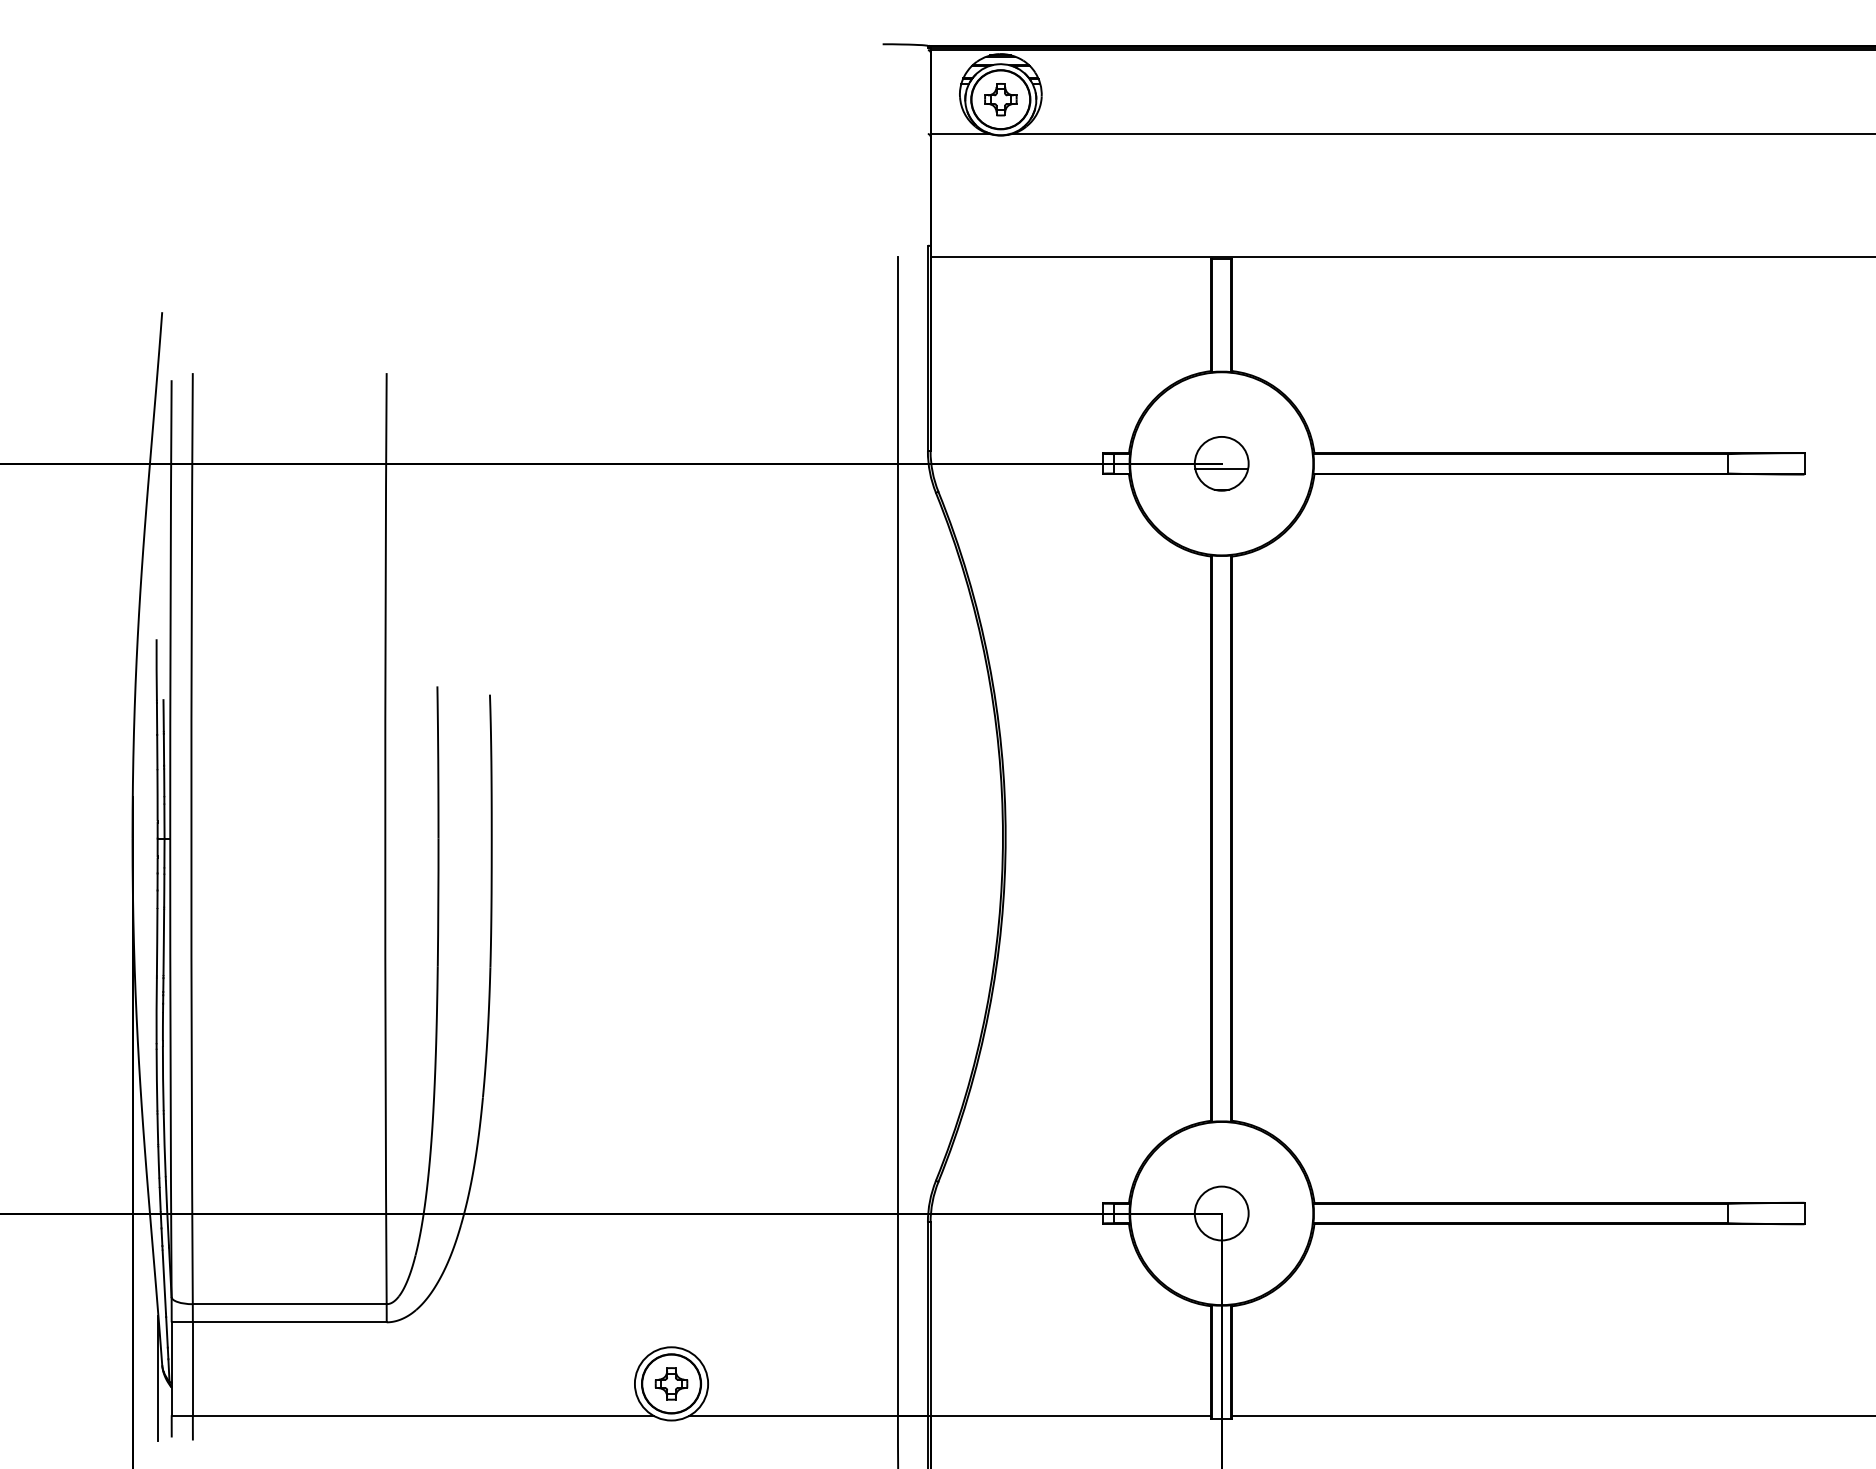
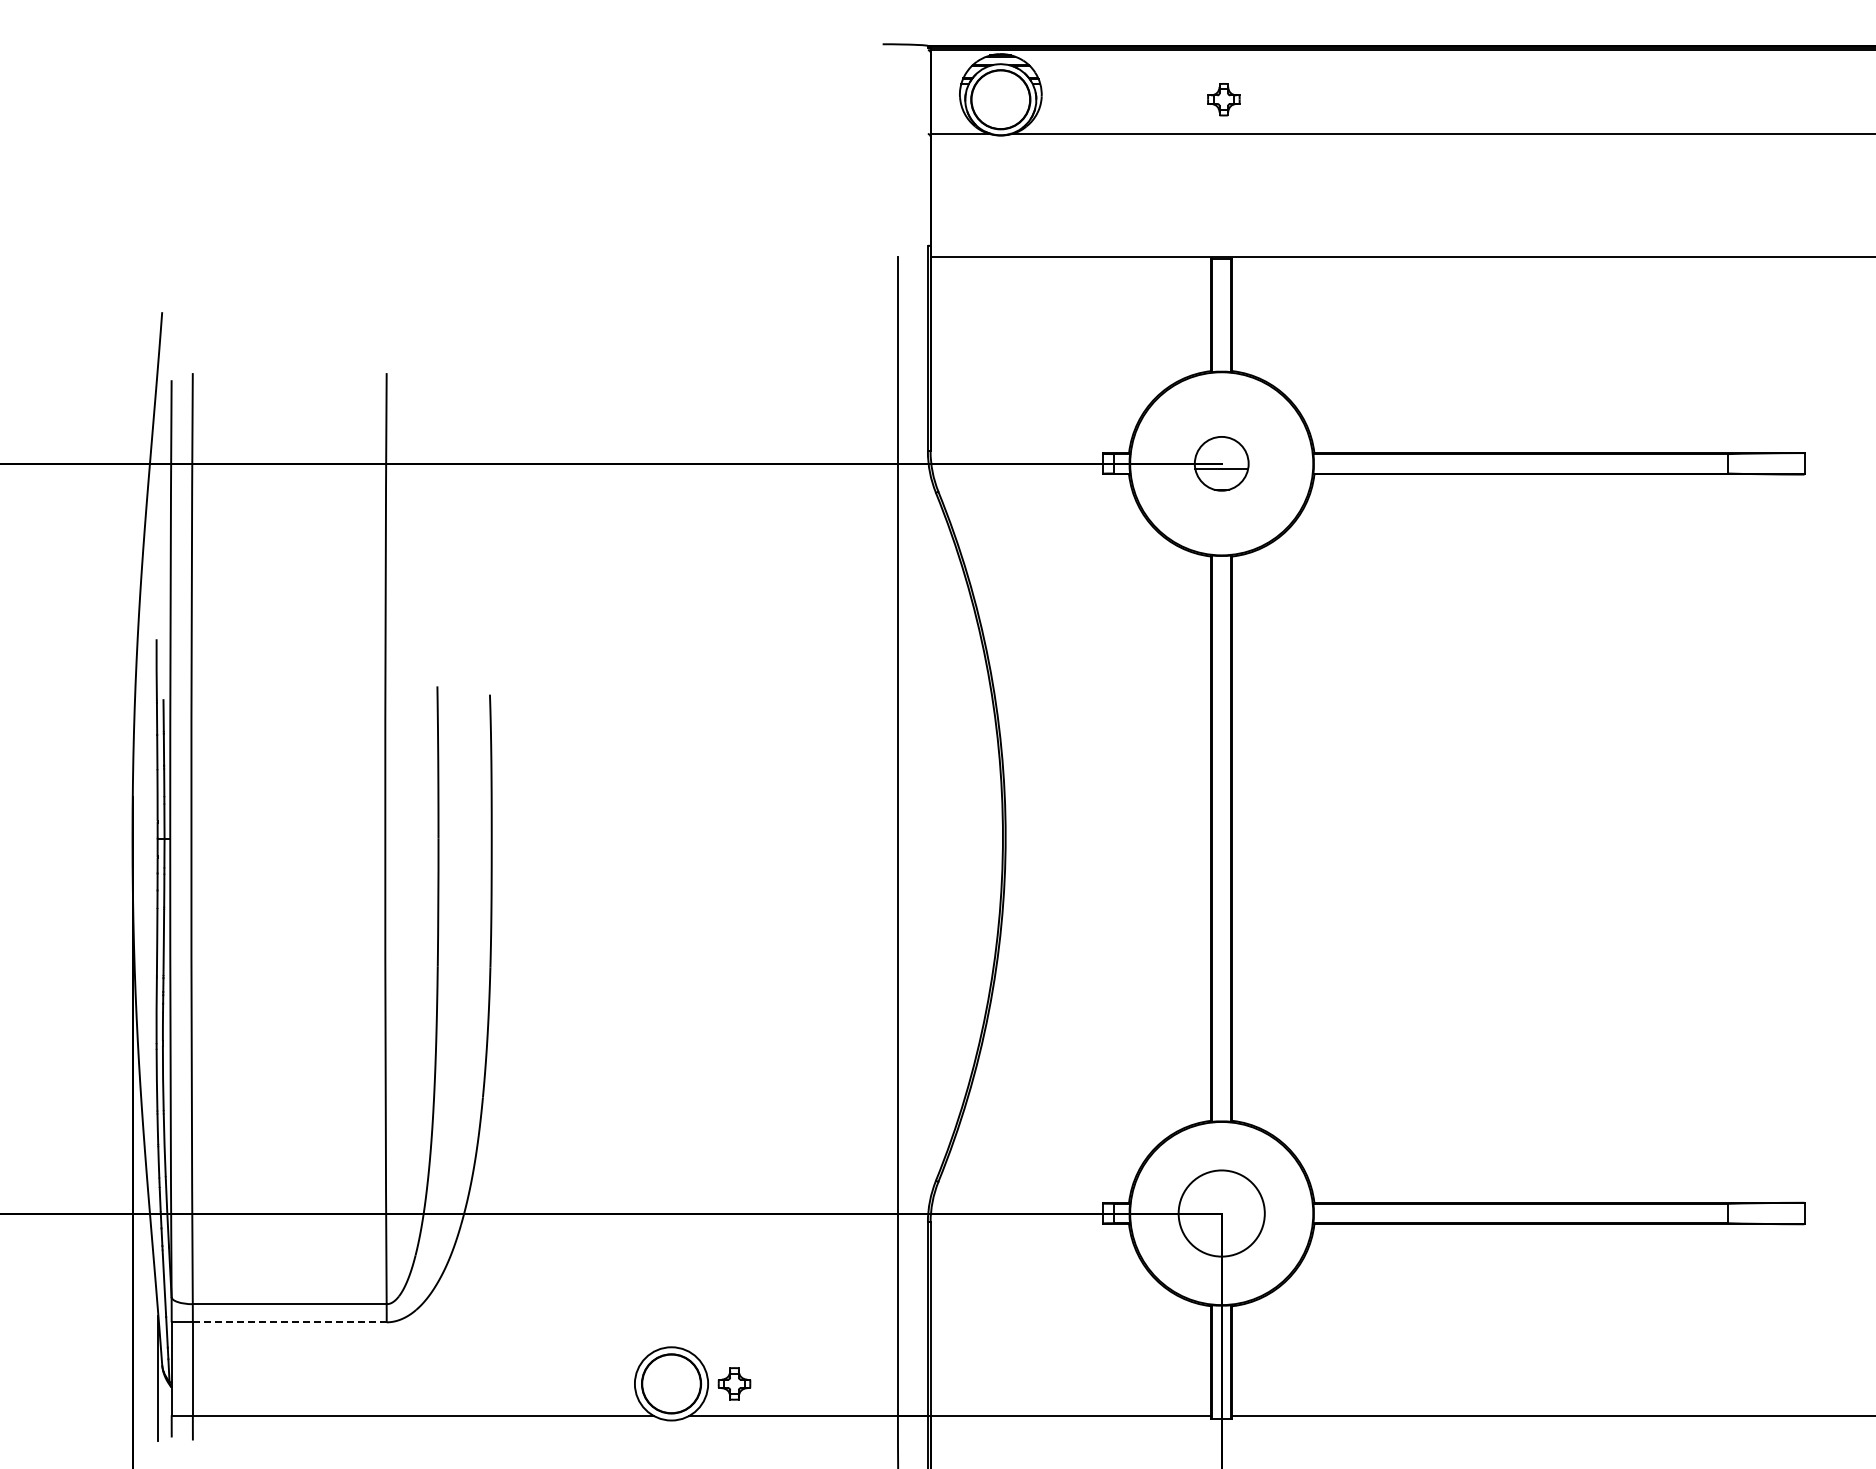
part at (1000, 99) position: (1000, 99) -> (1223, 99)
circle at (1221, 1213) diameter: 54 px -> 86 px
line at (289, 1322): solid -> dashed
part at (671, 1383) position: (671, 1383) -> (734, 1383)
